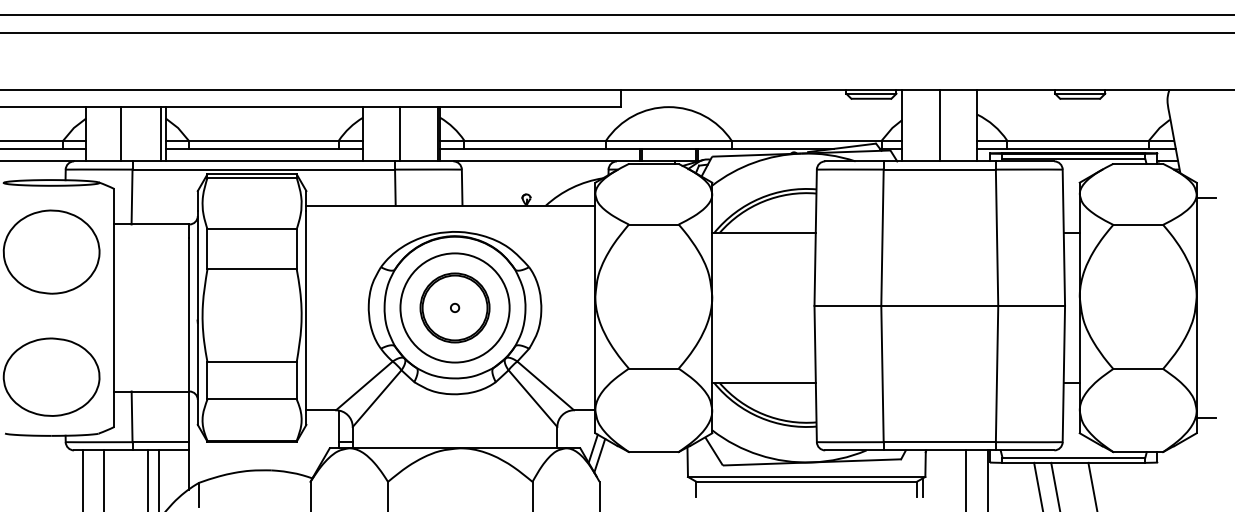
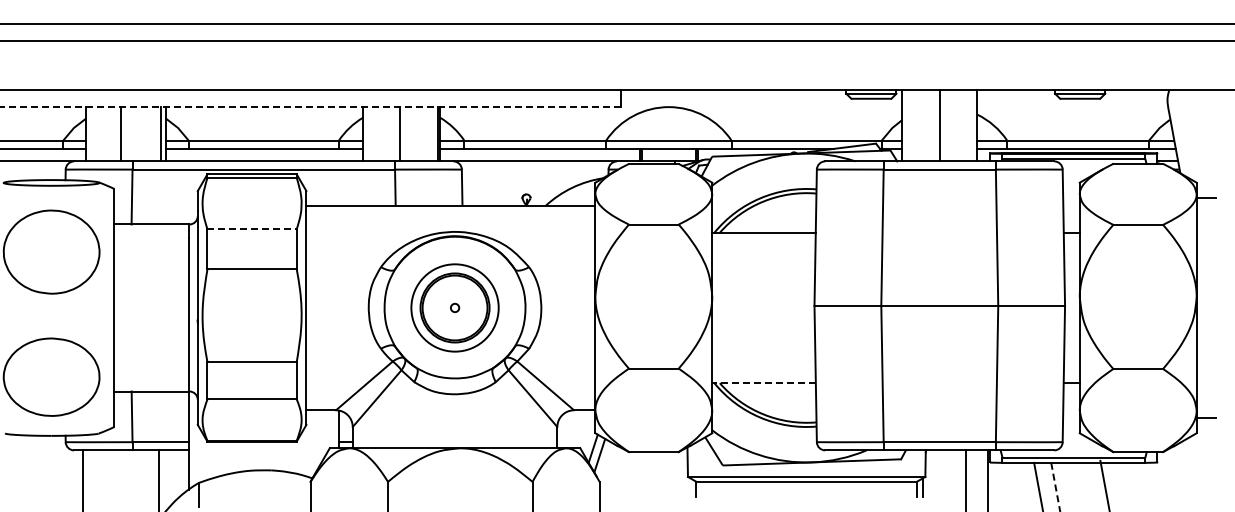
line at (616, 15) position: (616, 15) -> (616, 24)
line at (616, 32) position: (616, 32) -> (616, 40)
line at (310, 107): solid -> dashed
line at (252, 229): solid -> dashed
circle at (454, 307) diameter: 109 px -> 87 px
line at (764, 383): solid -> dashed
line at (104, 479): present -> none
line at (147, 479): present -> none
line at (1092, 485) position: (1092, 485) -> (1104, 484)
line at (1055, 487): solid -> dashed
